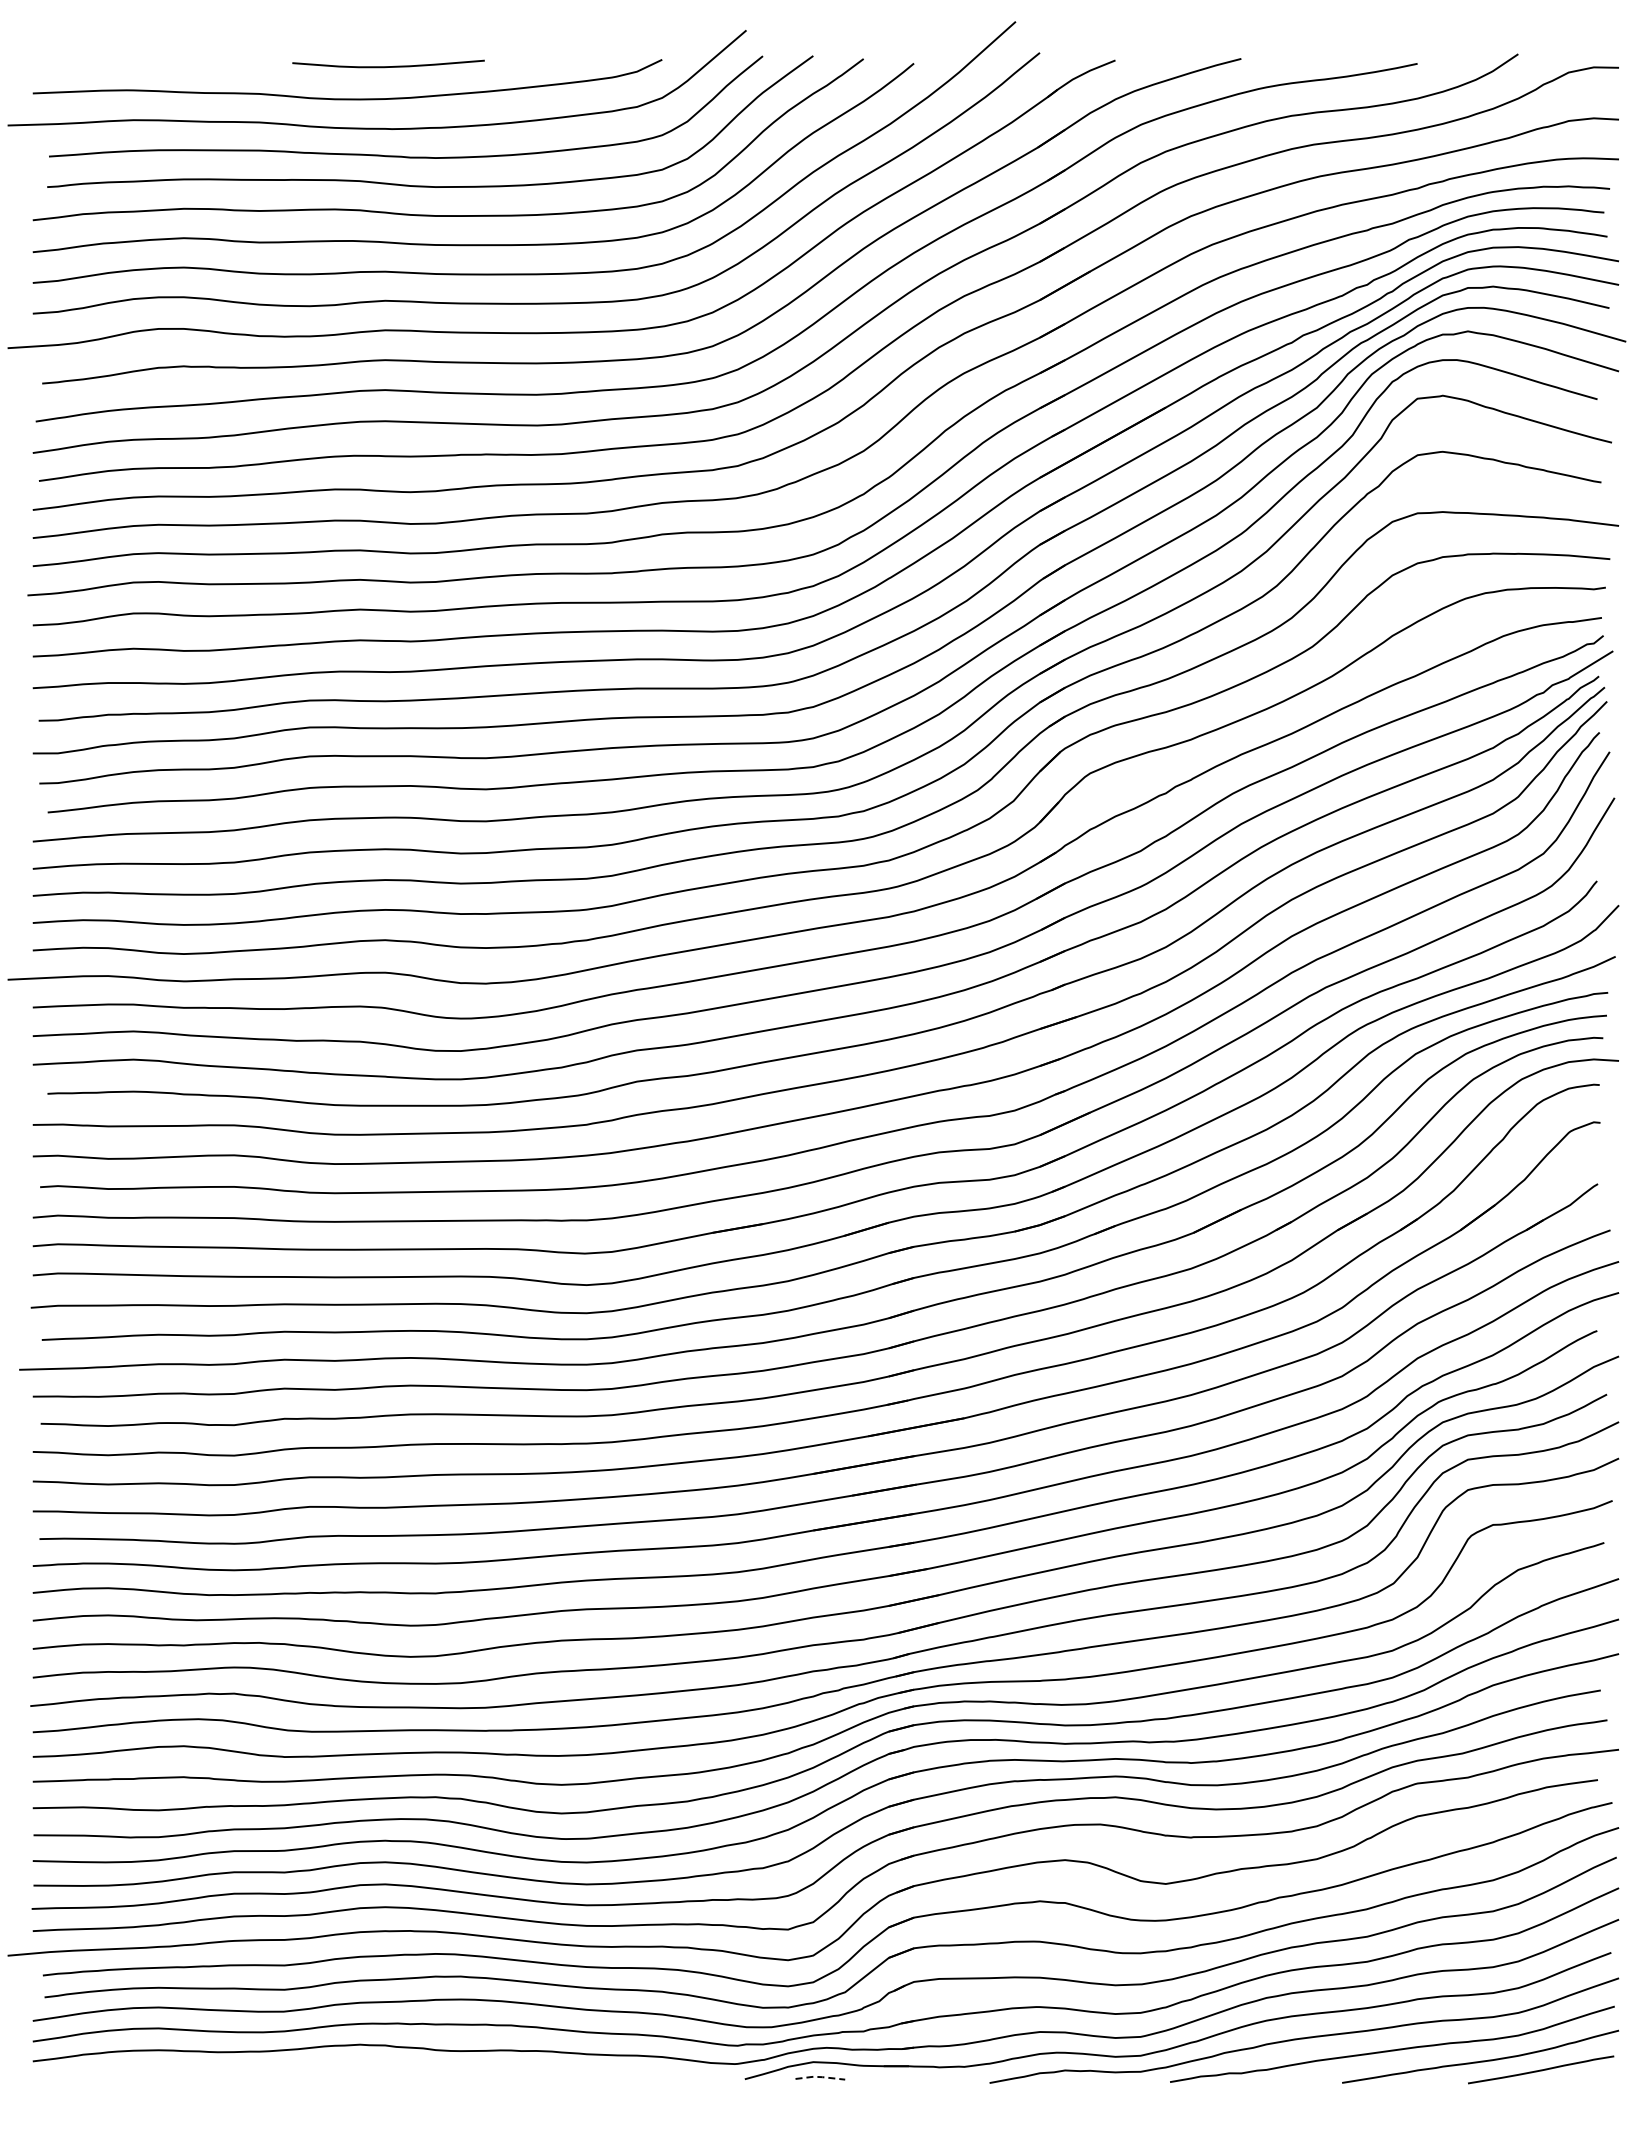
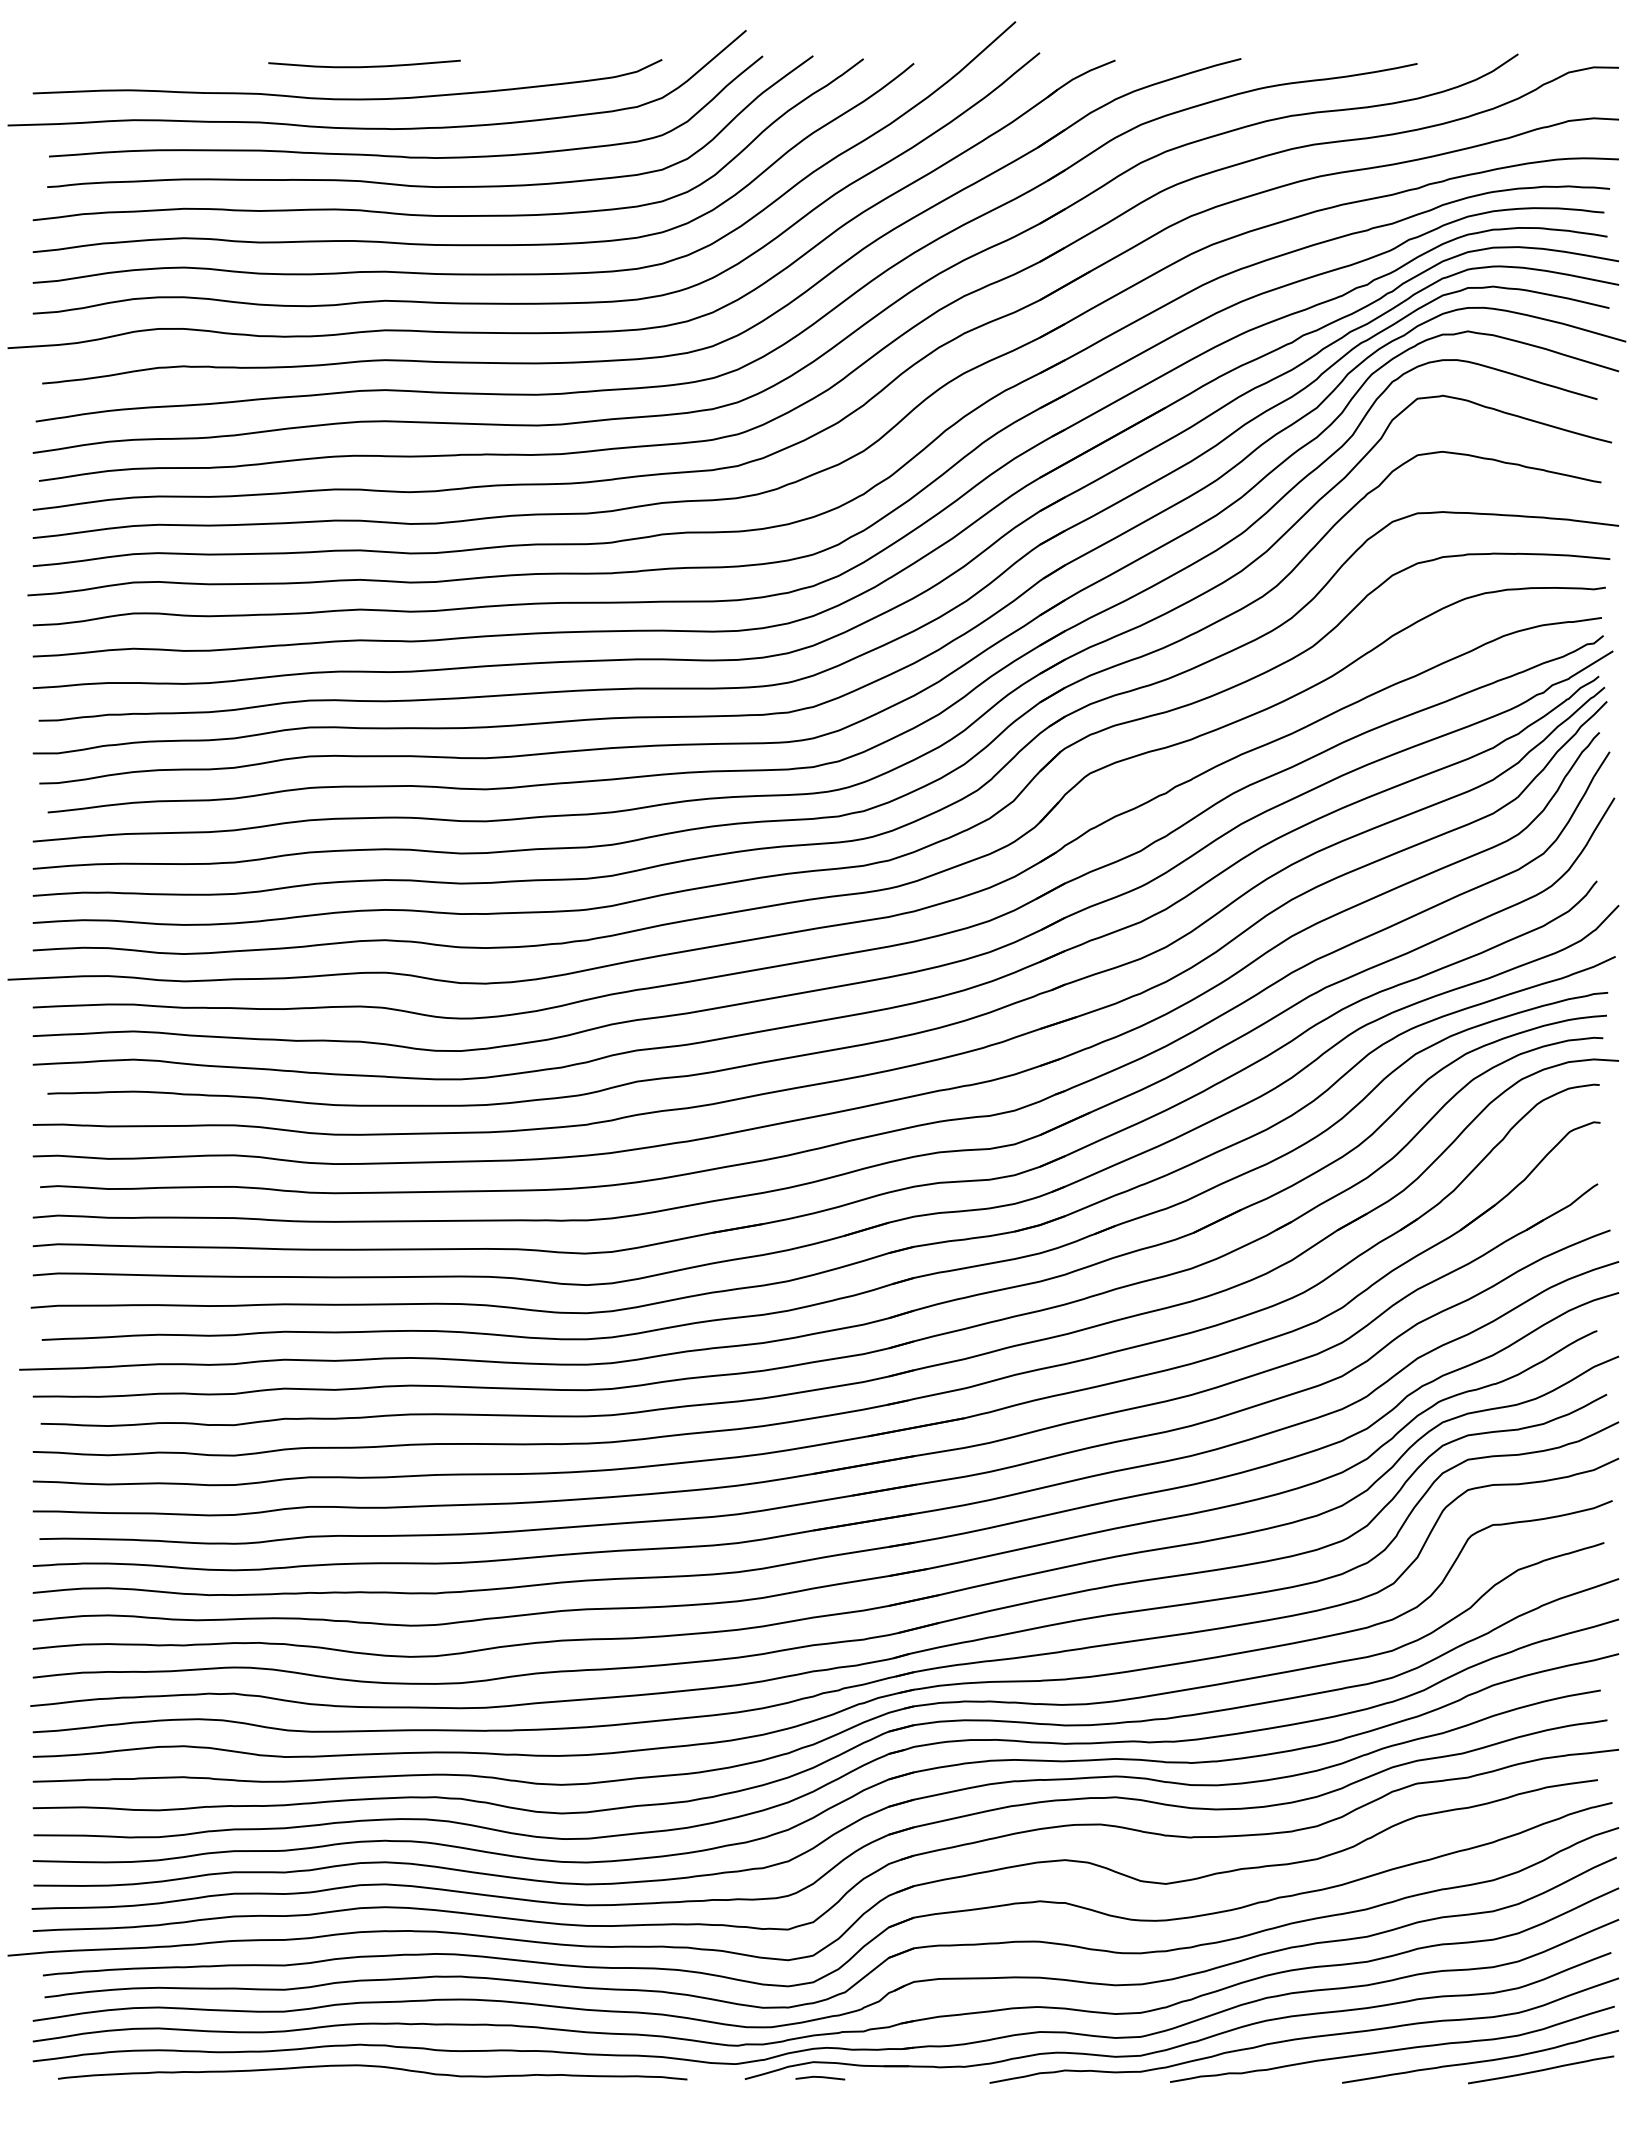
curve at (388, 66) position: (388, 66) -> (364, 66)
curve at (373, 2067): none -> present
line at (820, 2077): dashed -> solid
